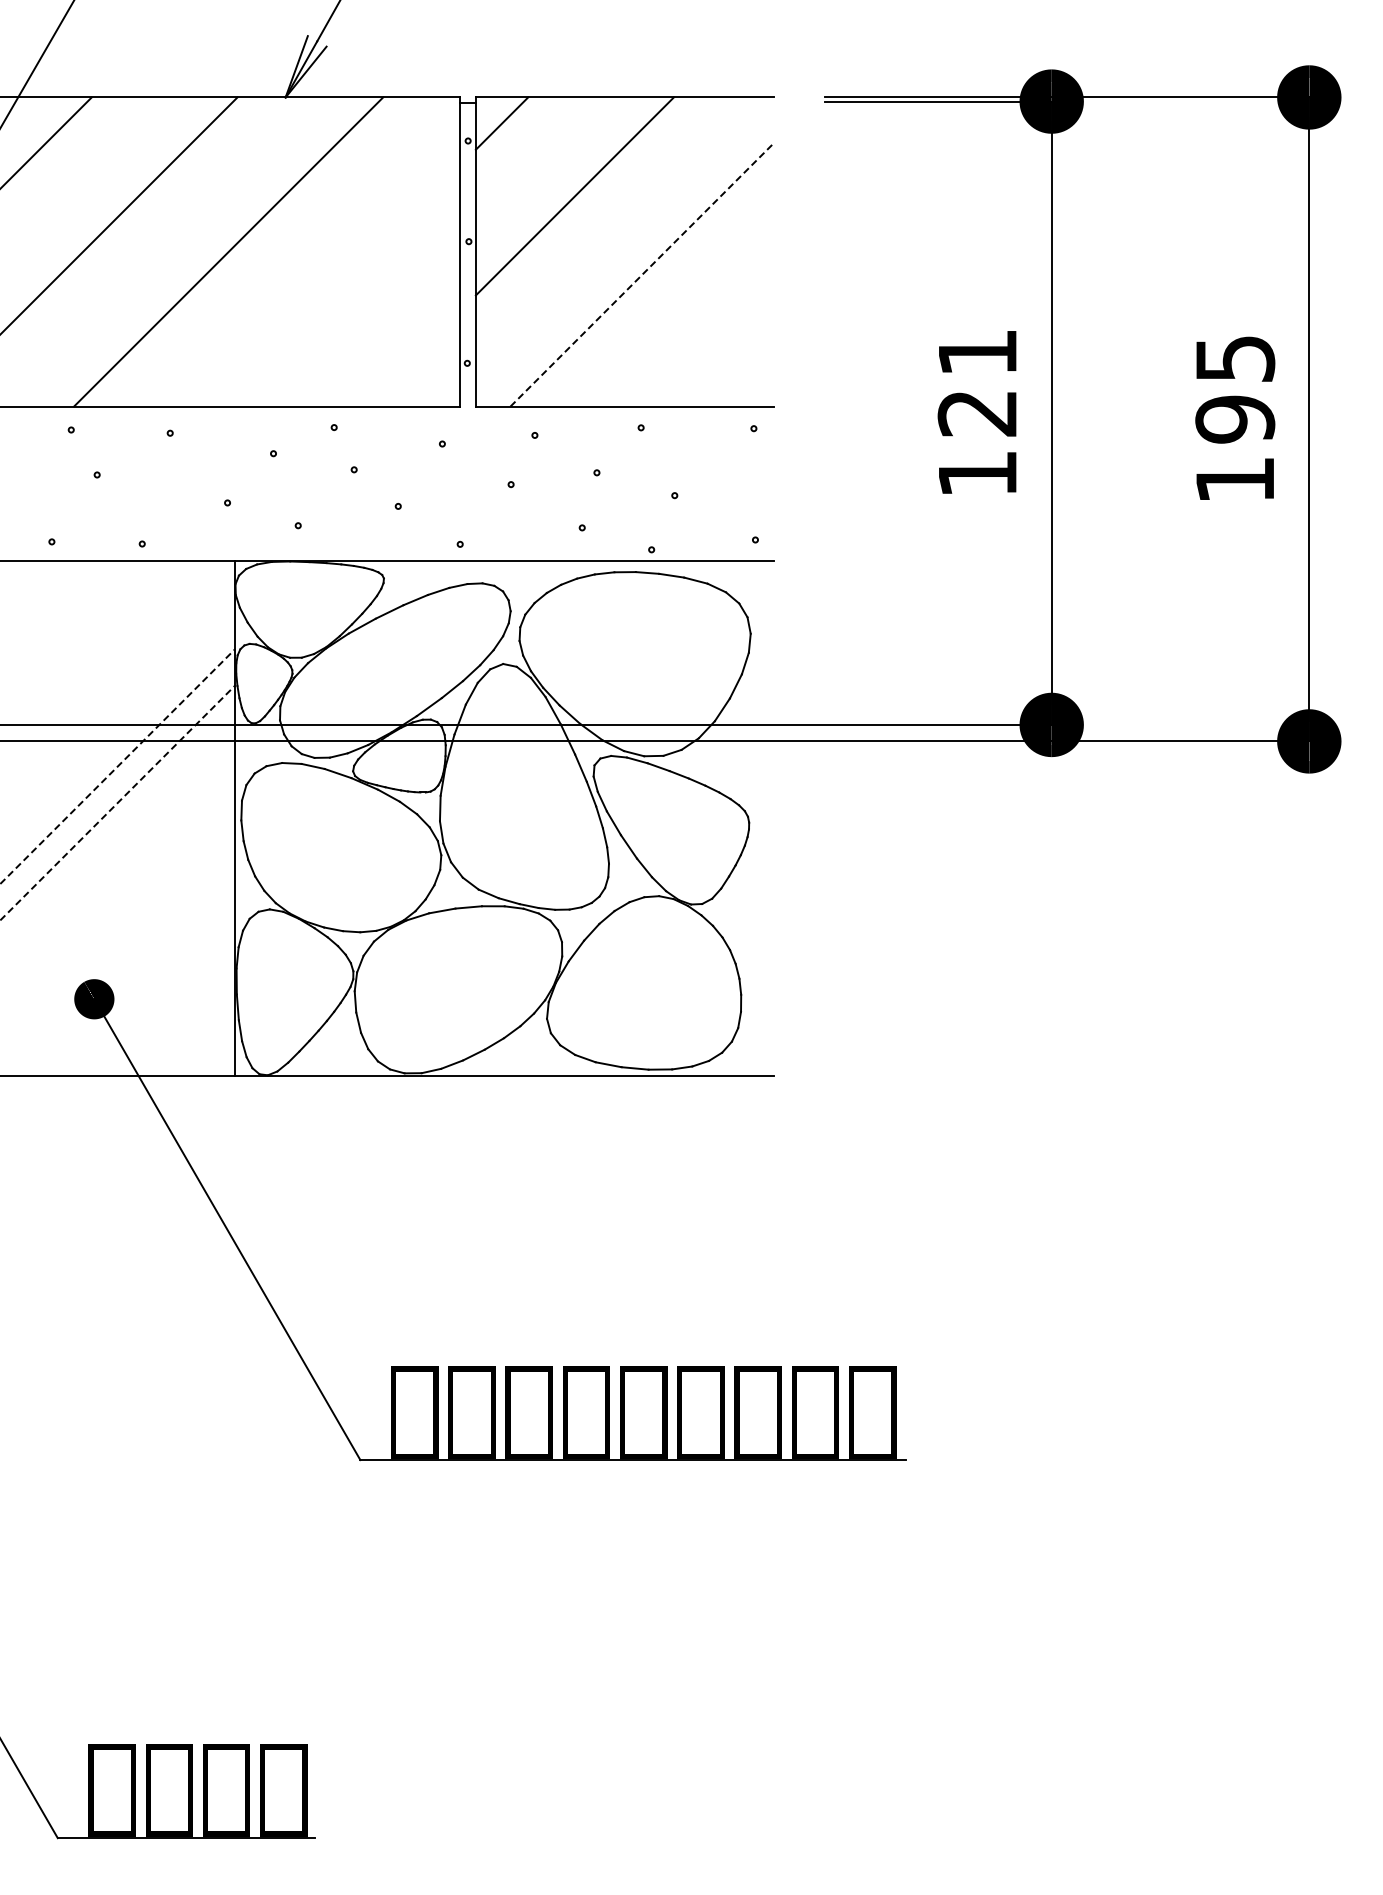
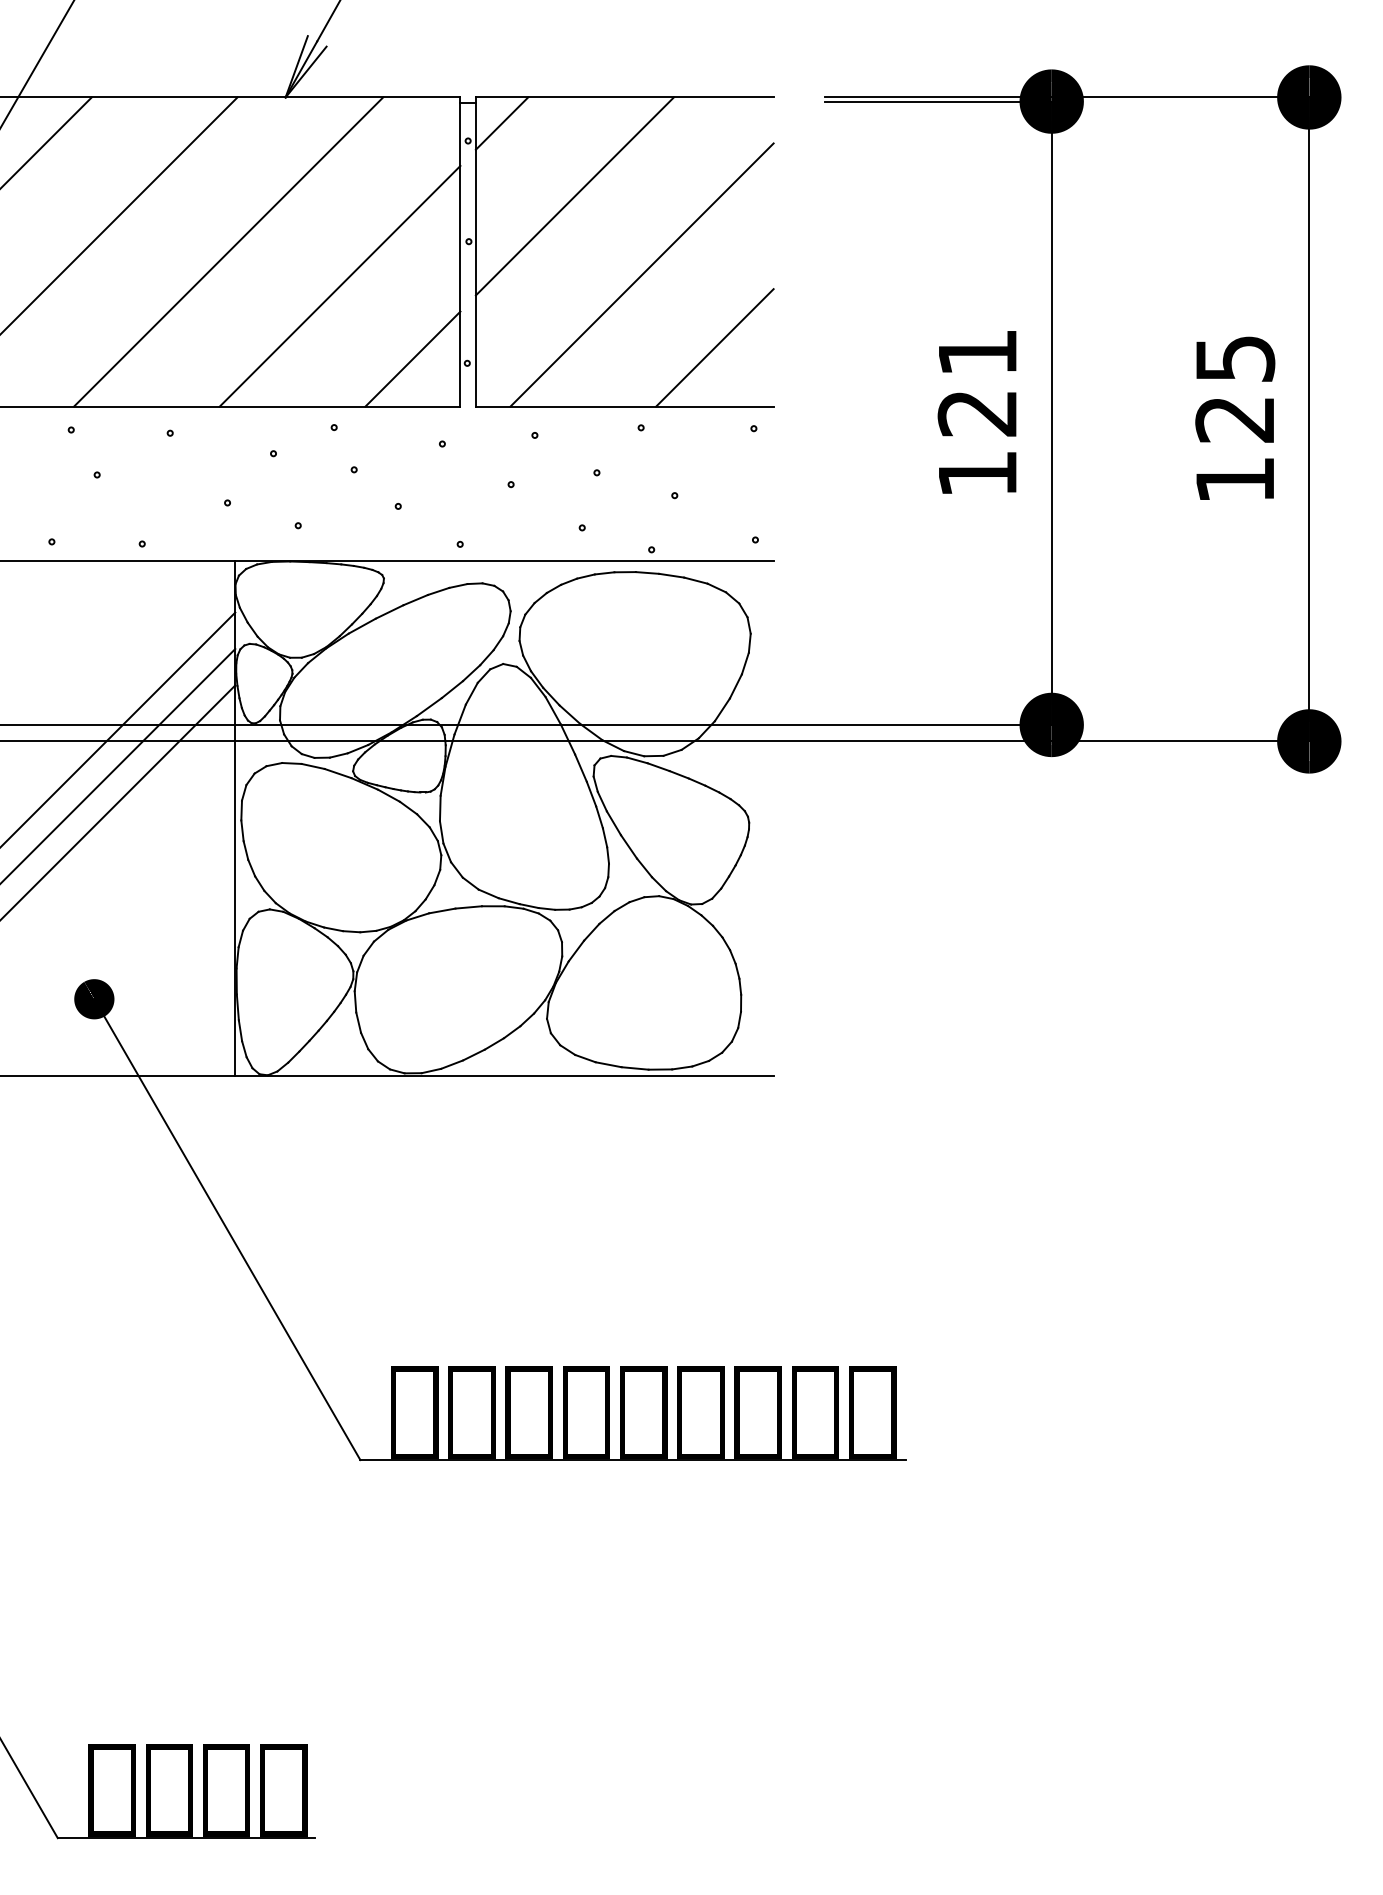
line at (642, 274): dashed -> solid
line at (339, 285): none -> present
line at (714, 347): none -> present
line at (412, 358): none -> present
text at (1235, 419): 195 -> 125
line at (118, 728): none -> present
line at (118, 766): dashed -> solid
line at (118, 802): dashed -> solid
